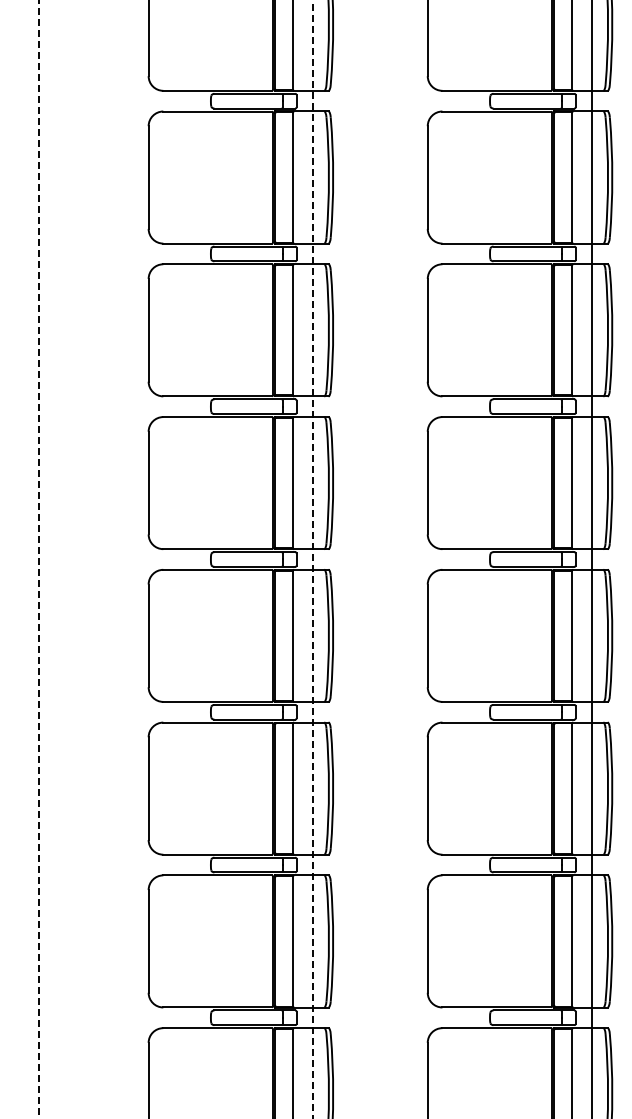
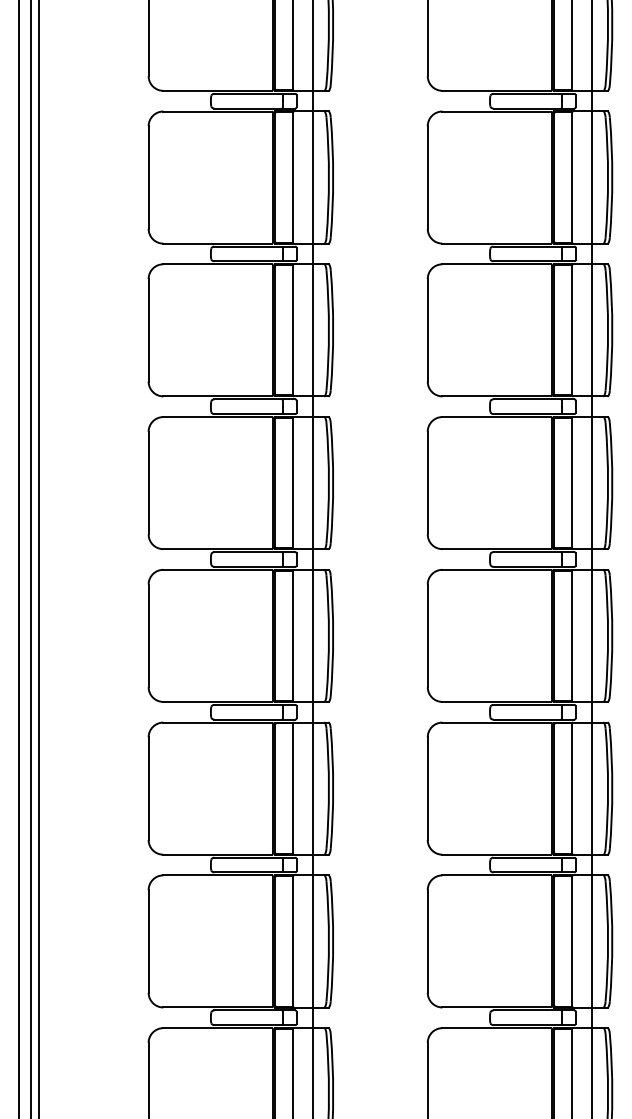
line at (18, 558): none -> present
line at (30, 558): none -> present
line at (39, 559): dashed -> solid
line at (312, 560): dashed -> solid
